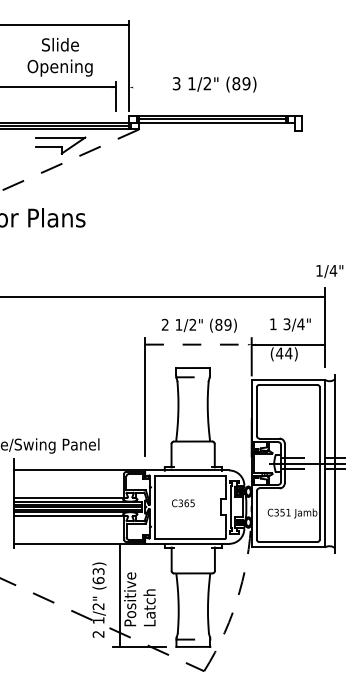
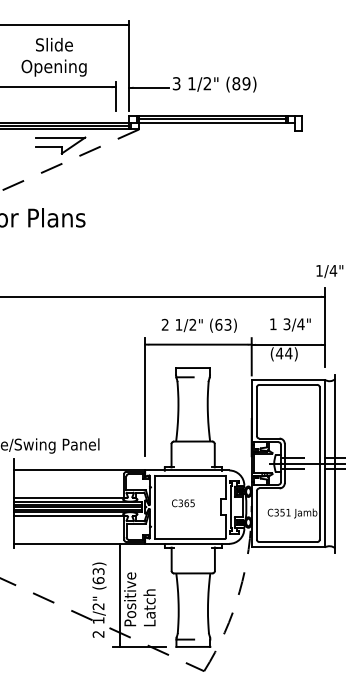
text at (59, 57) position: (59, 57) -> (53, 57)
line at (148, 87): none -> present
text at (223, 324): (89) -> (63)
line at (199, 344): dashed -> solid
